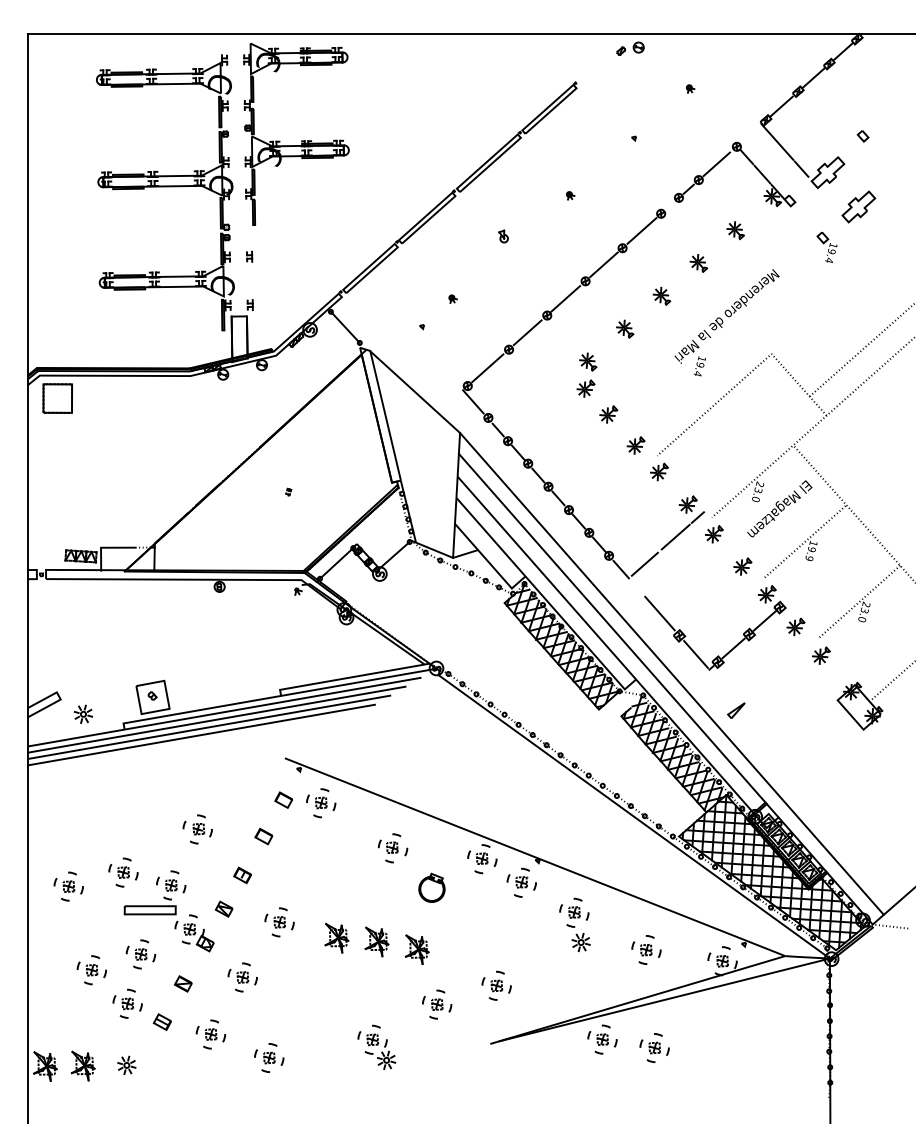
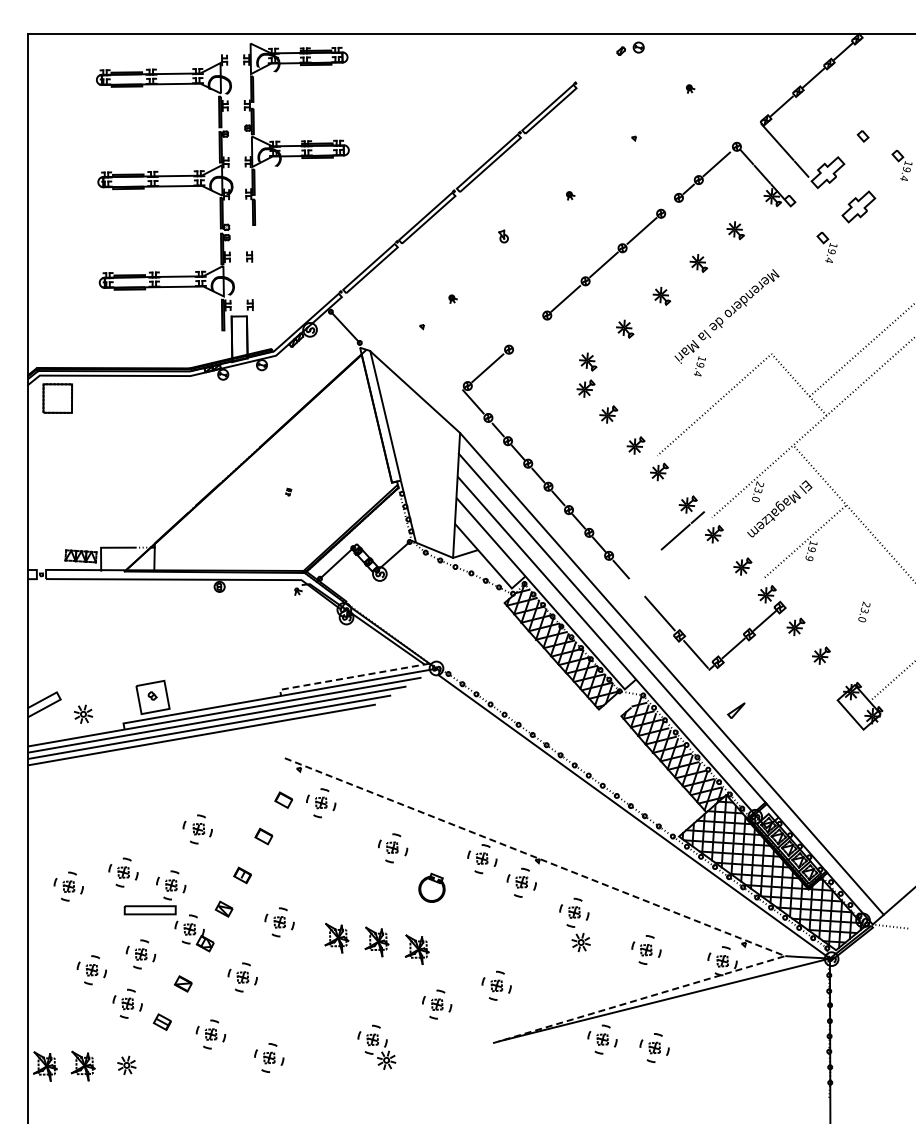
part at (901, 164): none -> present
line at (527, 332): present -> none
line at (644, 563): present -> none
line at (859, 601): present -> none
line at (350, 677): solid -> dashed
line at (678, 913): solid -> dashed
